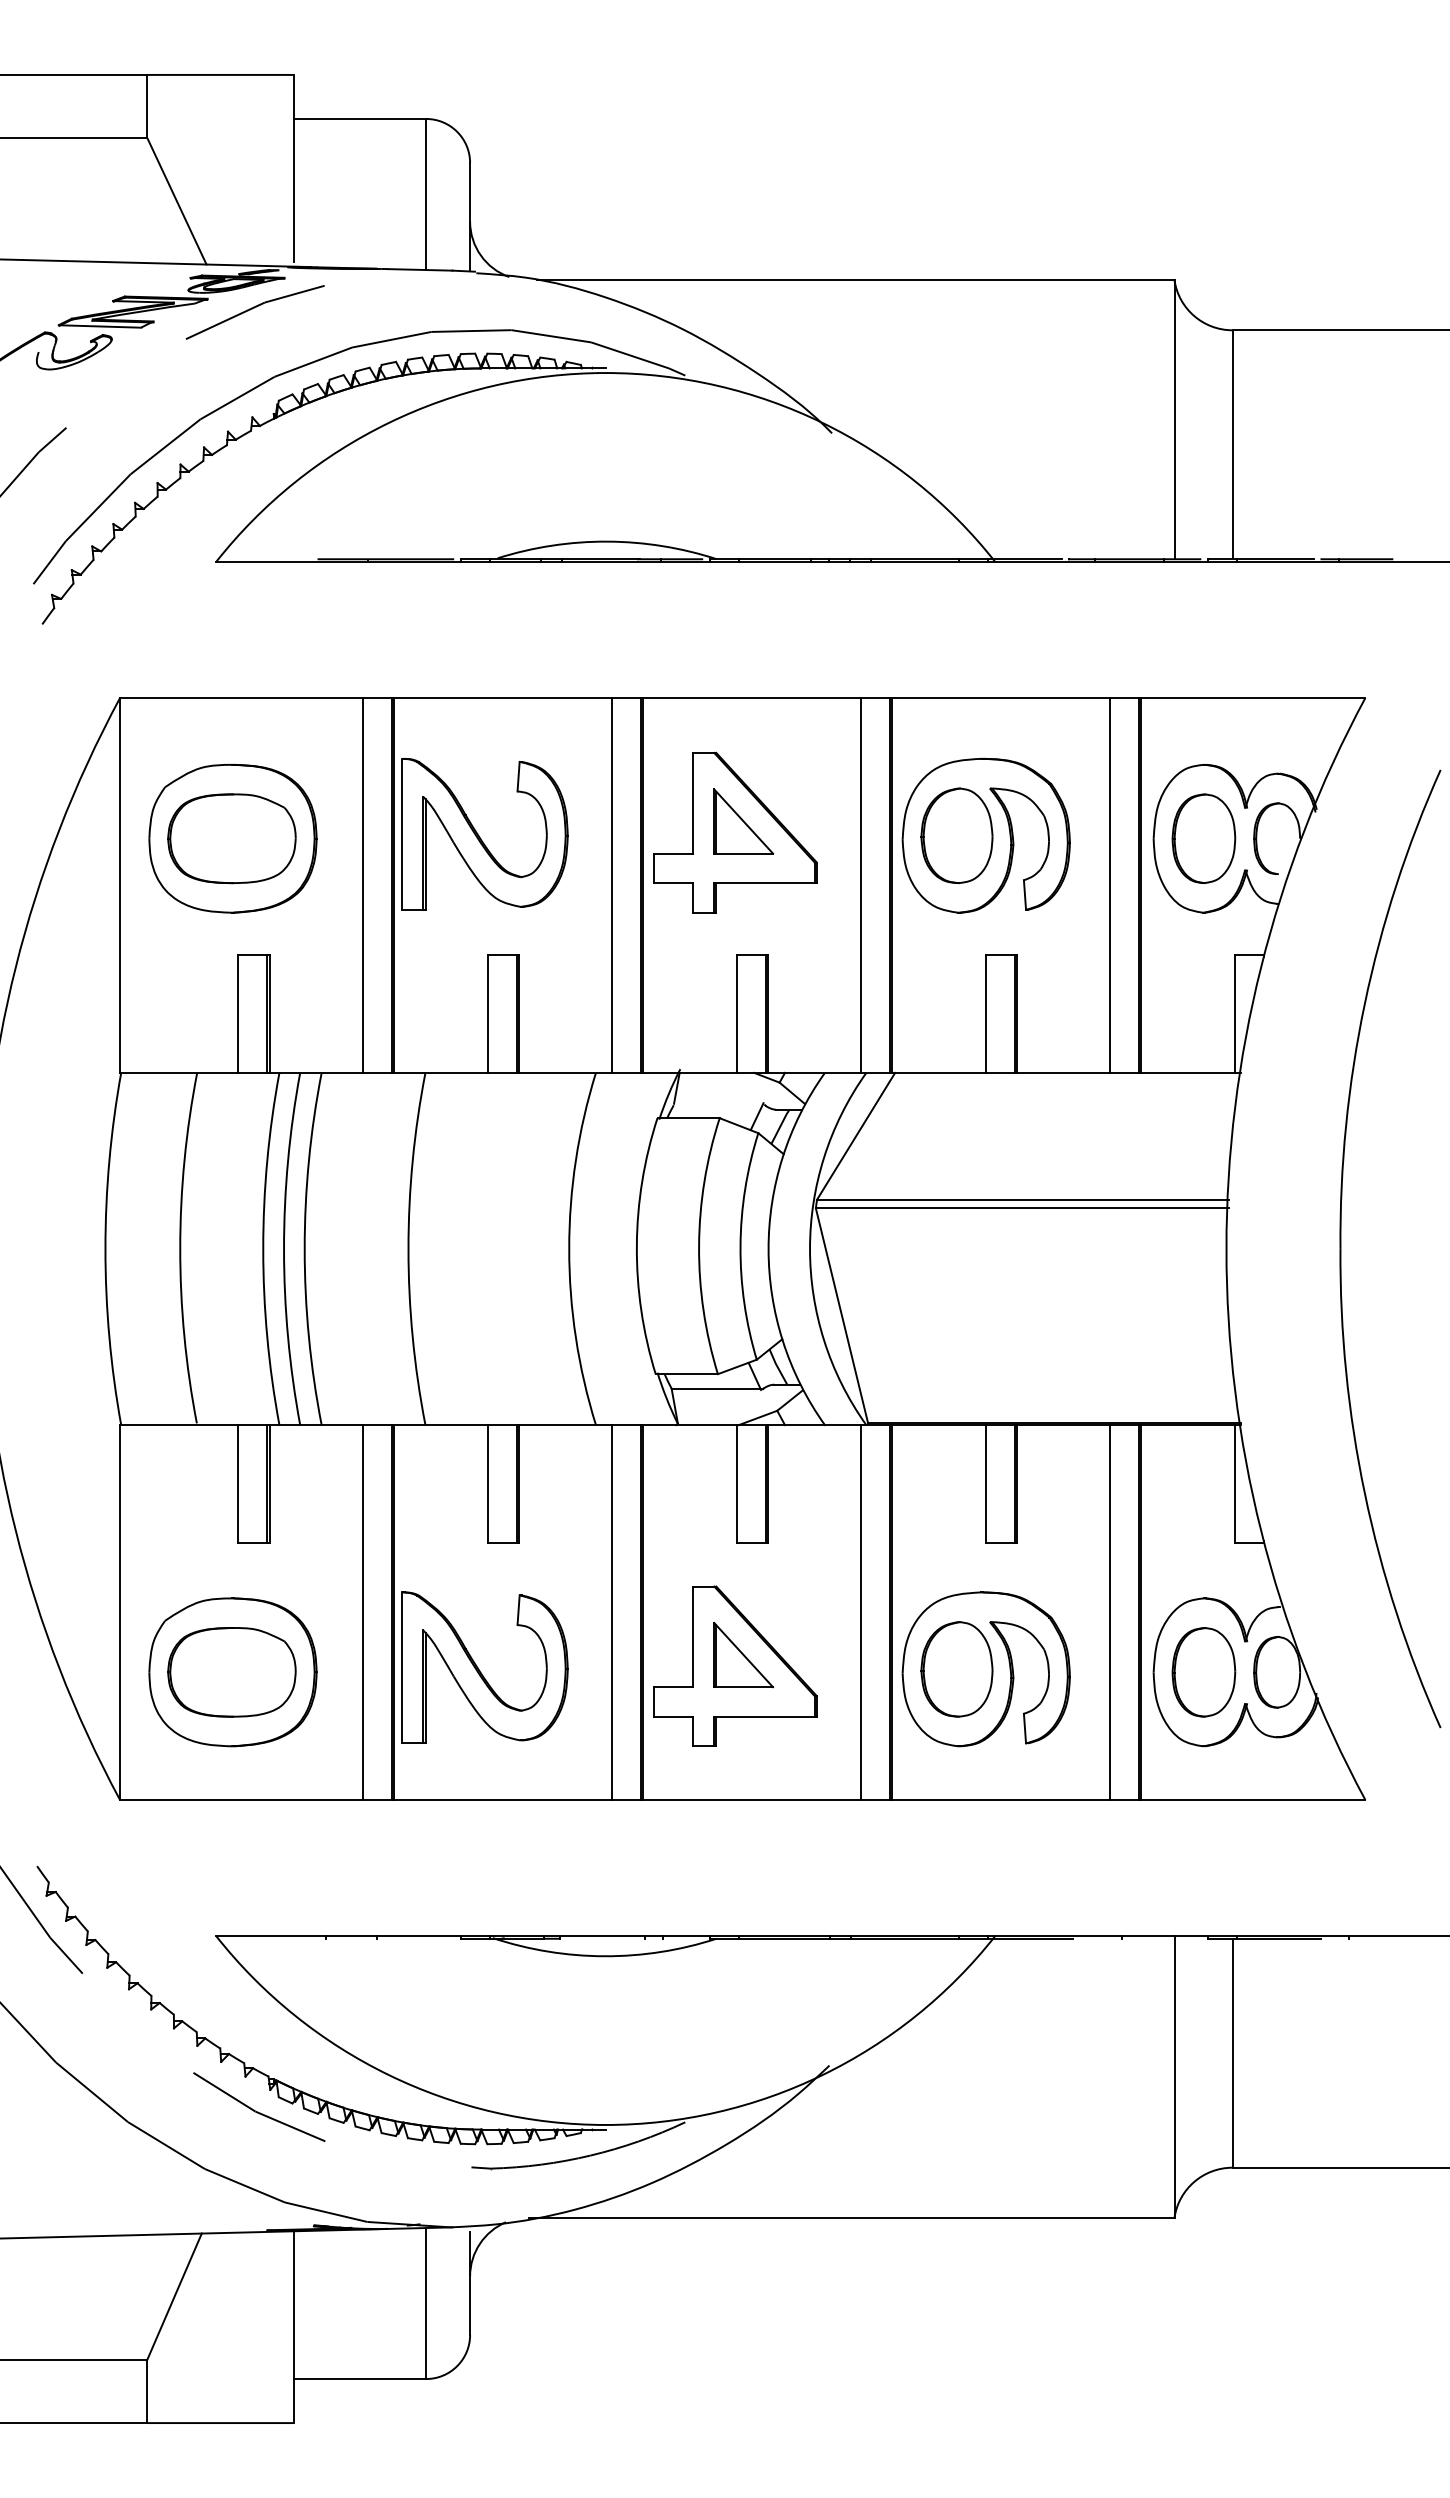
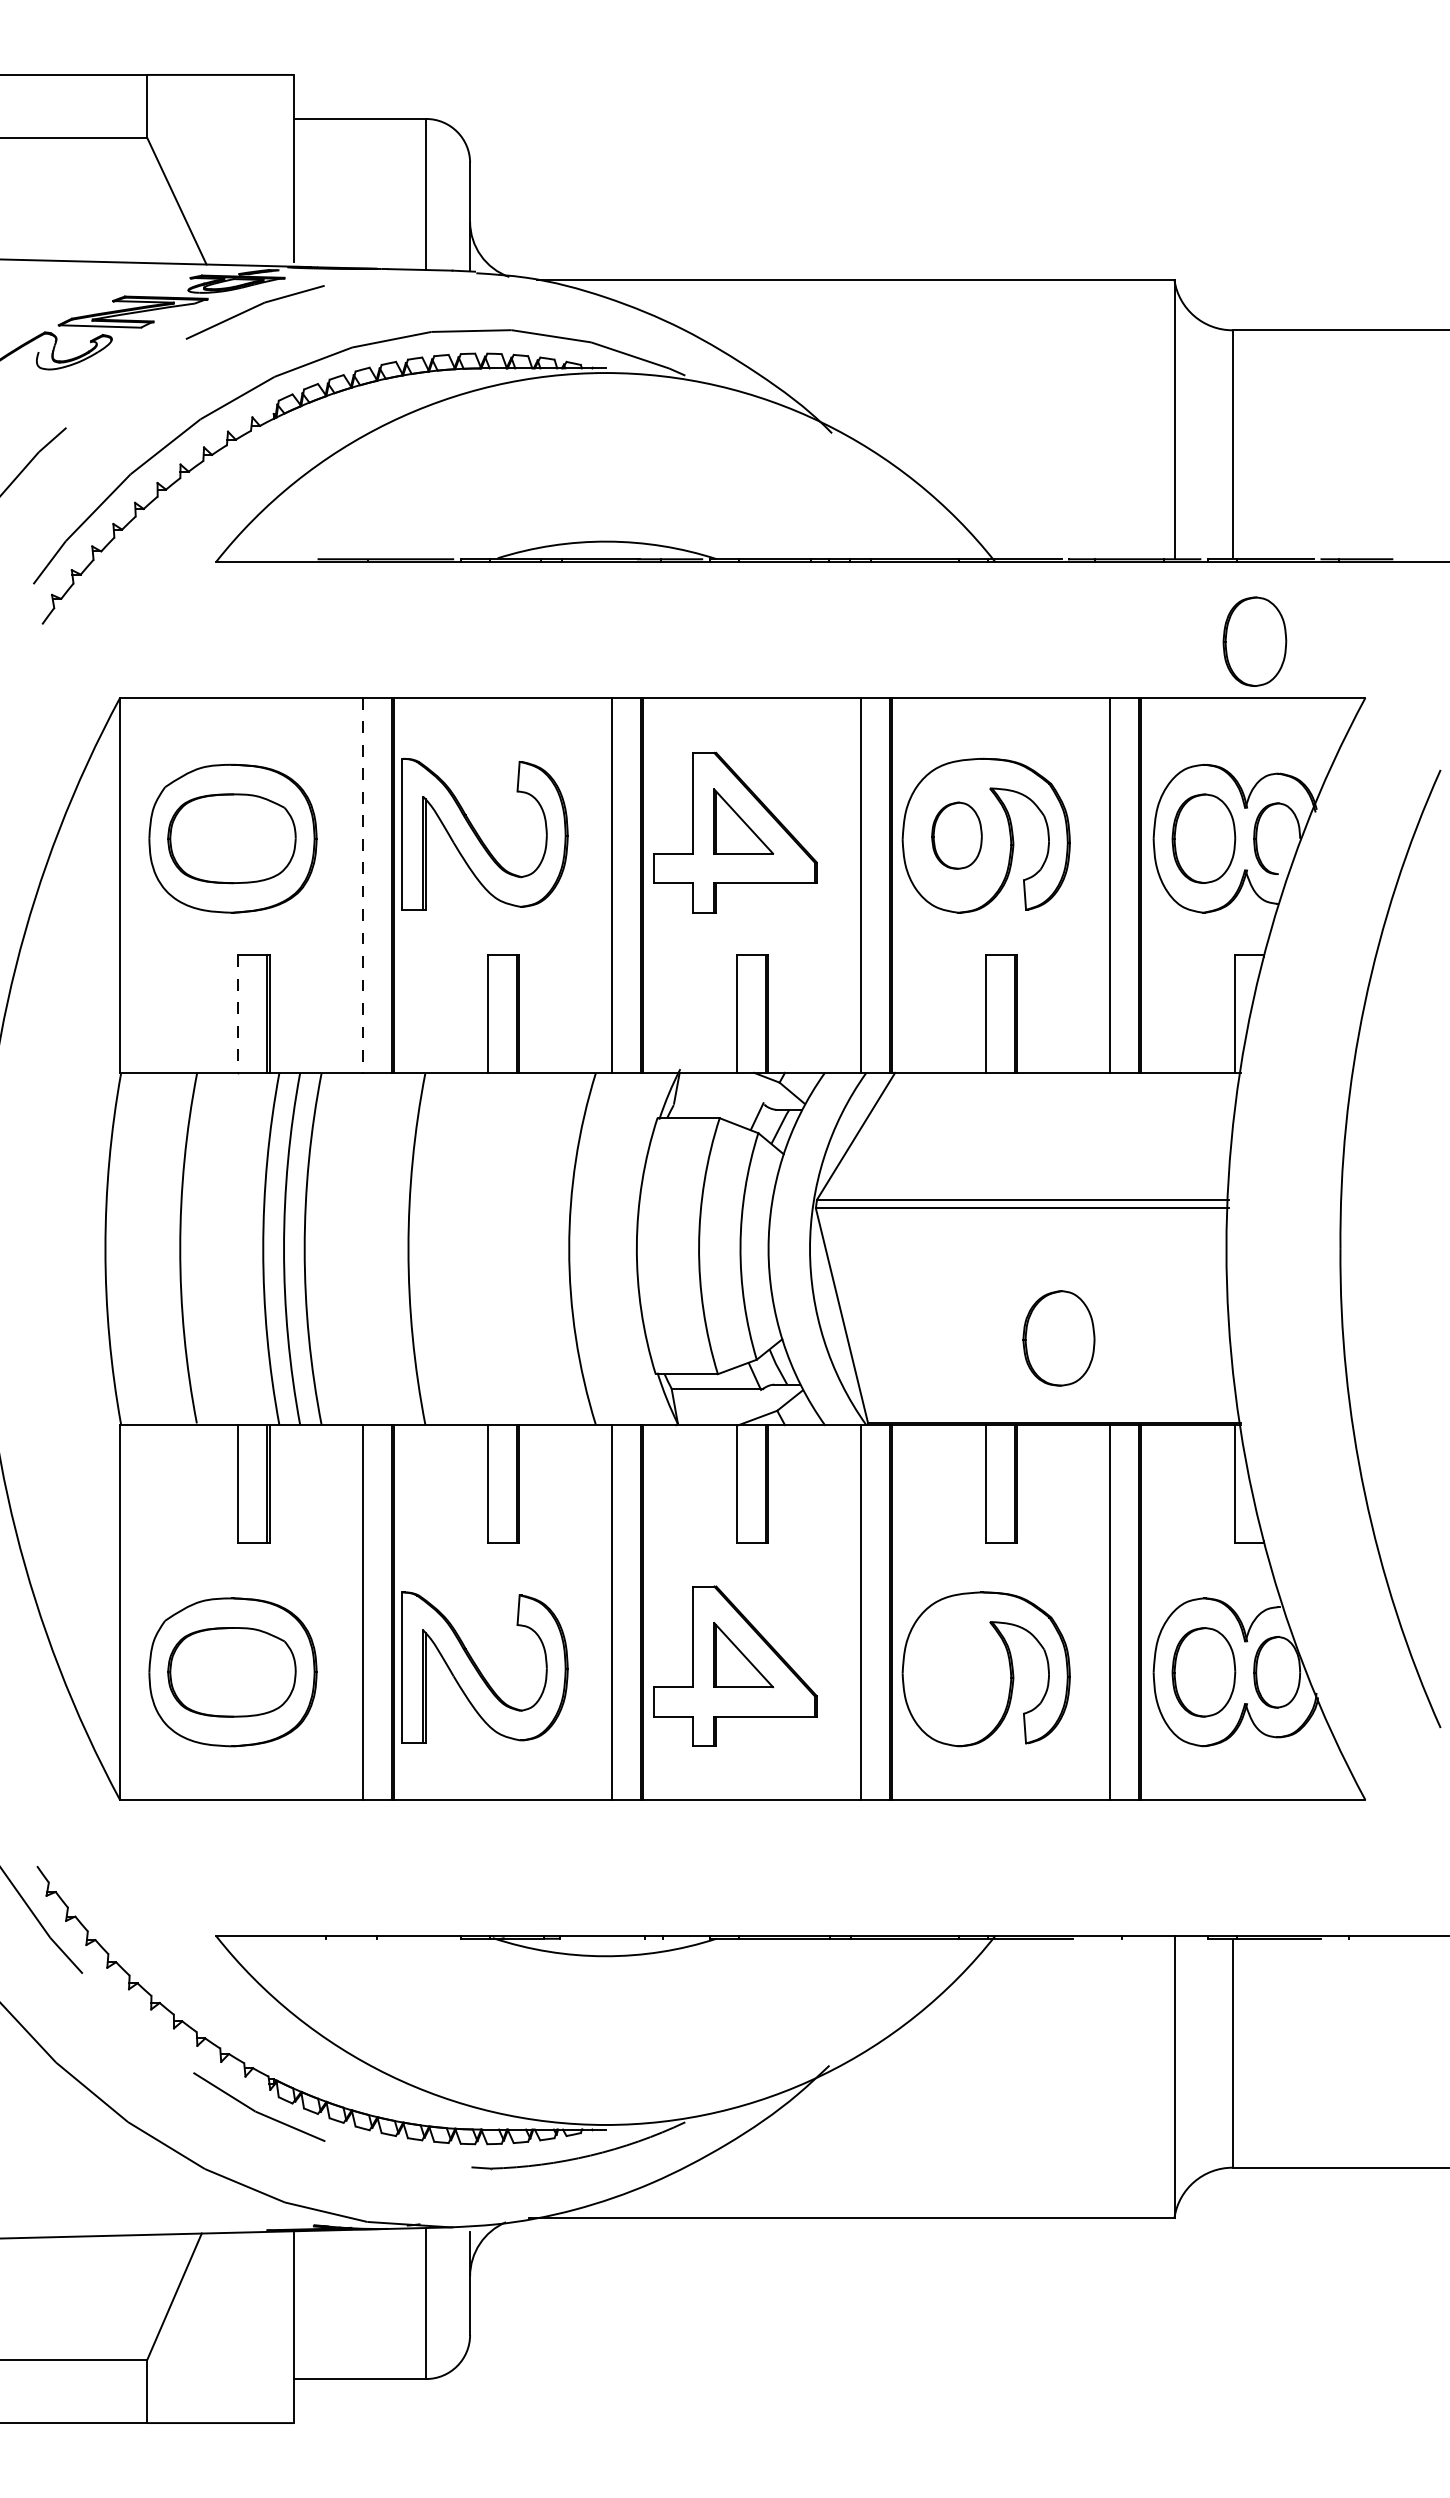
part at (1254, 641): none -> present
part at (956, 835) size: 74x97 px -> 52x69 px
line at (362, 885): solid -> dashed
line at (238, 1014): solid -> dashed
part at (956, 1669) position: (956, 1669) -> (1058, 1338)
